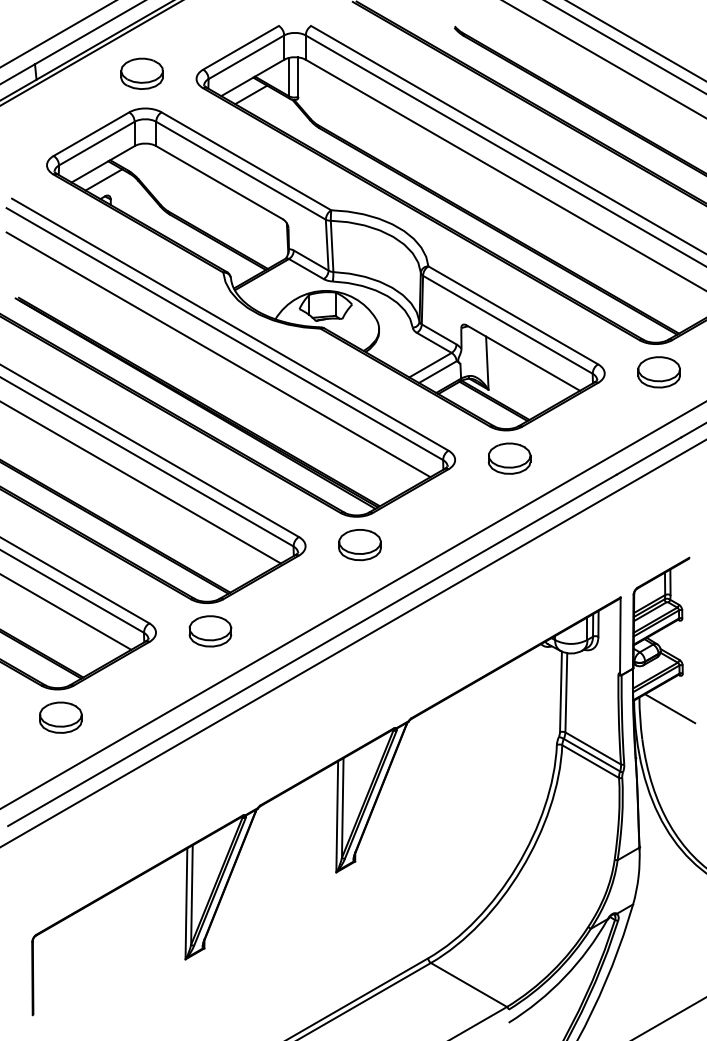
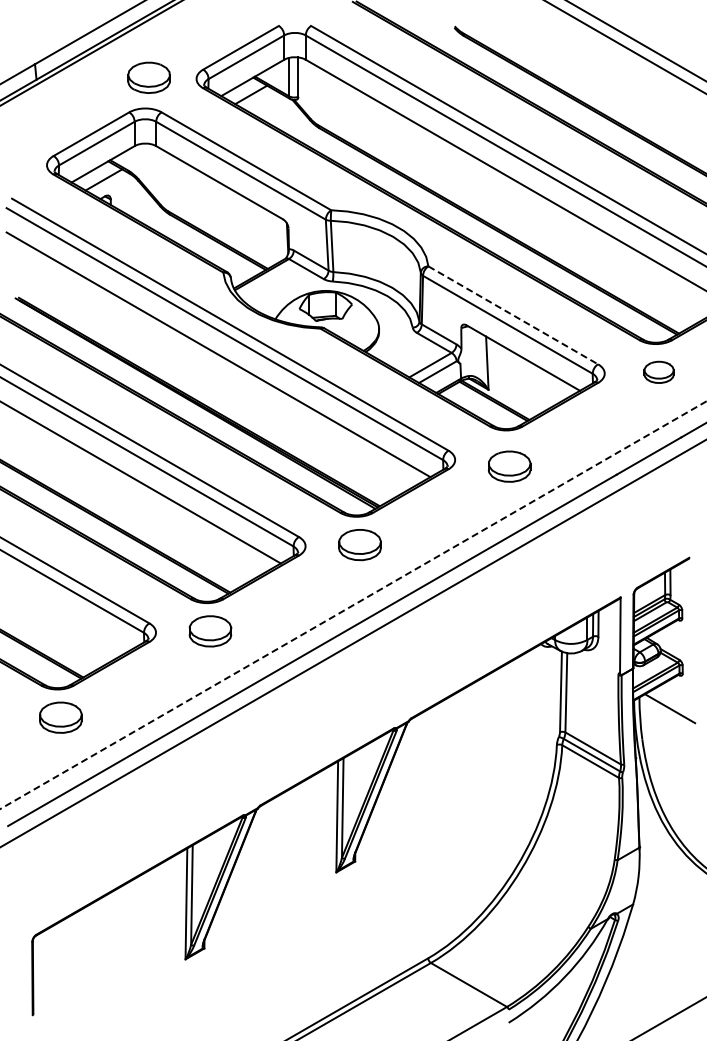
line at (57, 34): present -> none
line at (604, 59): present -> none
part at (141, 73) position: (141, 73) -> (148, 77)
line at (513, 315): solid -> dashed
part at (658, 372) size: 44x33 px -> 32x24 px
part at (509, 458) position: (509, 458) -> (509, 466)
line at (354, 604): solid -> dashed
line at (66, 612): present -> none
